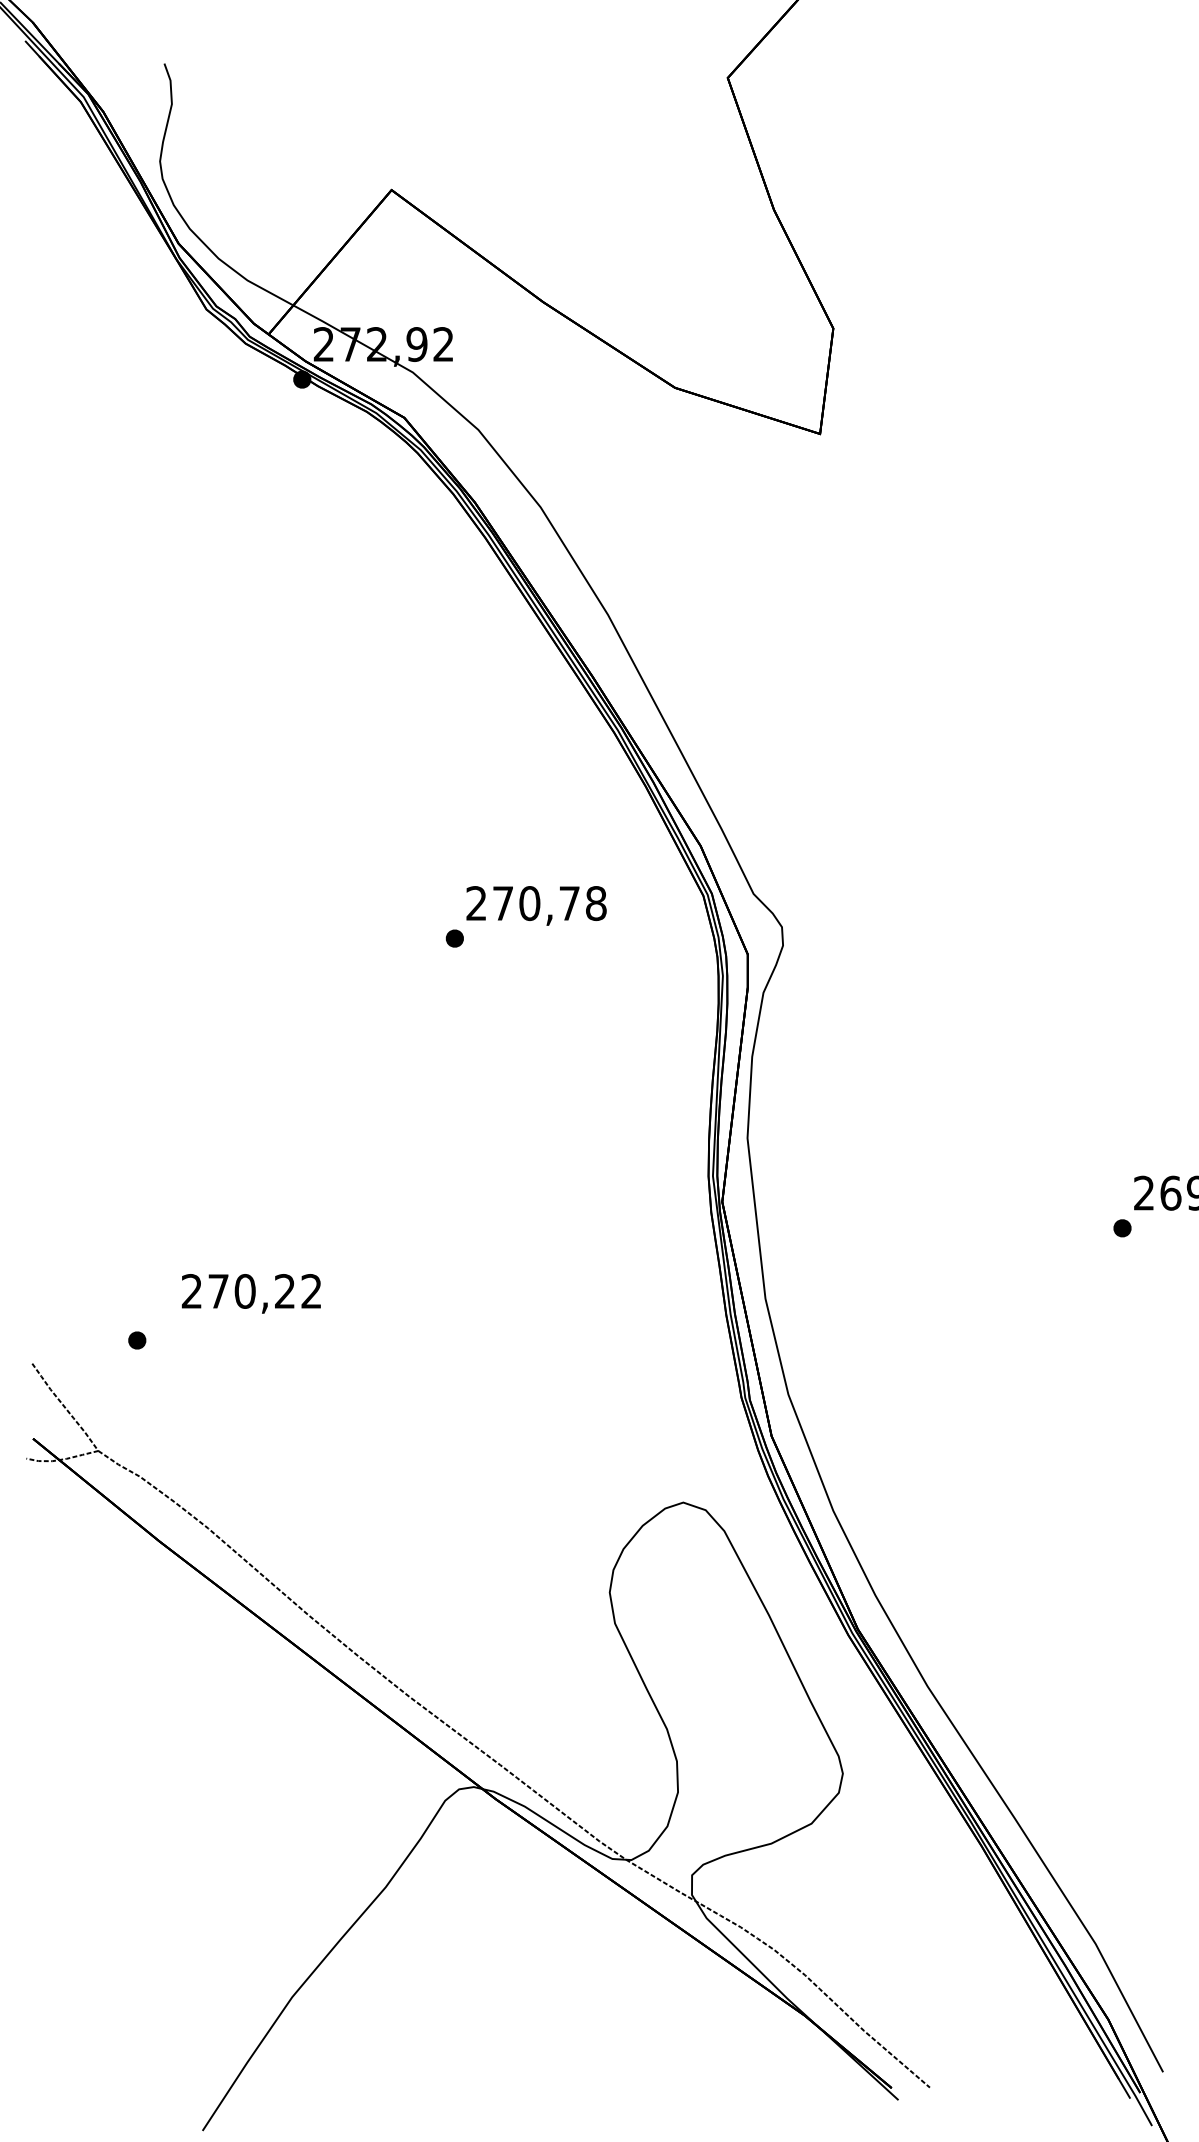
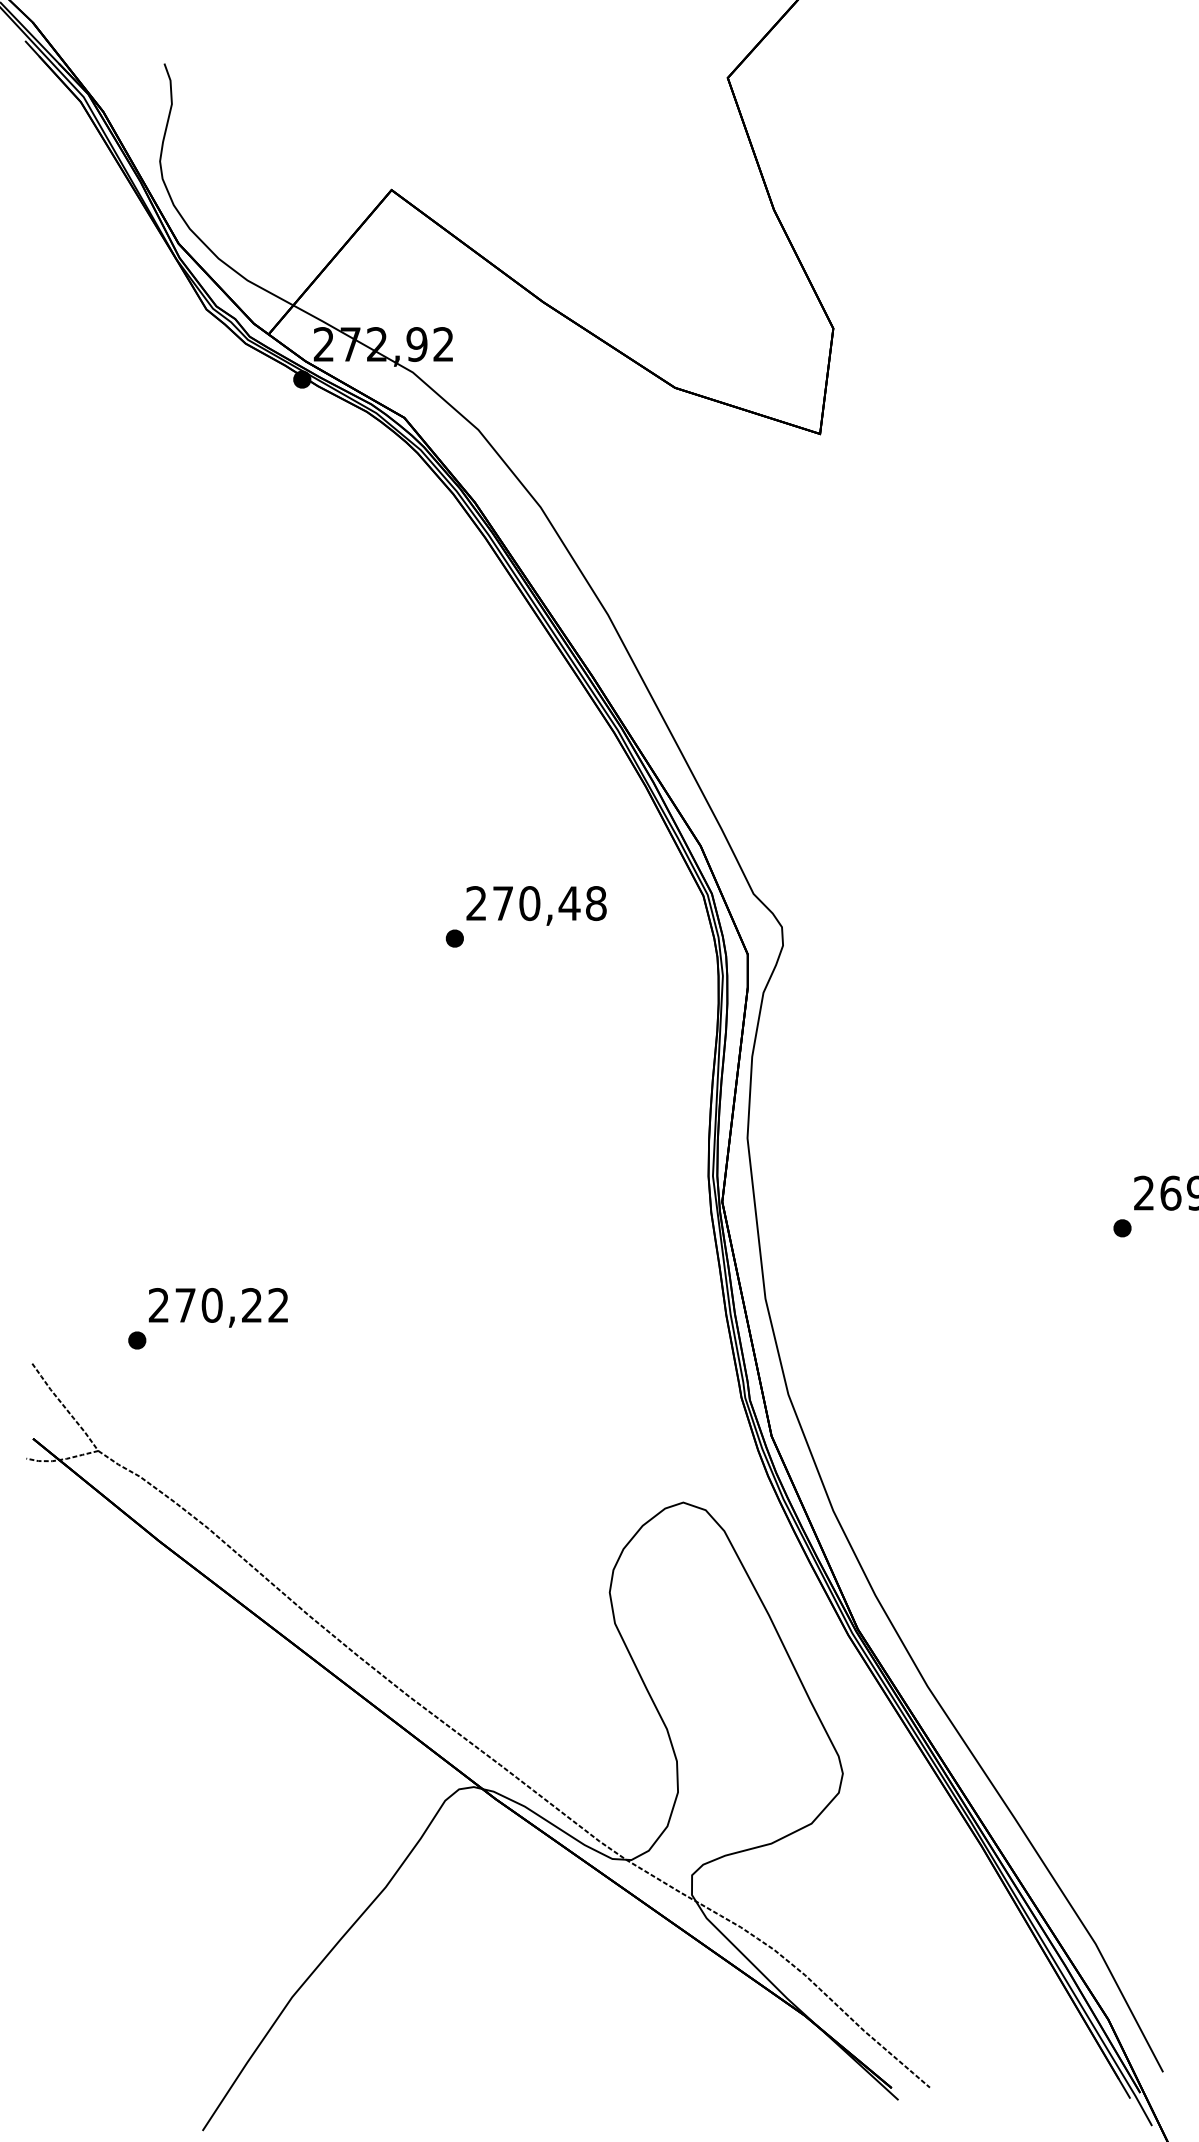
text at (569, 903): 270,78 -> 270,48
text at (250, 1293) position: (250, 1293) -> (217, 1307)
